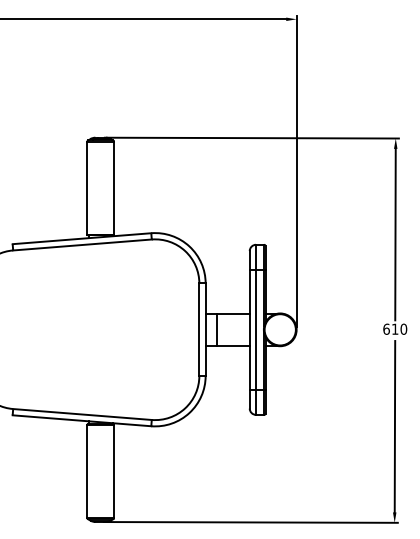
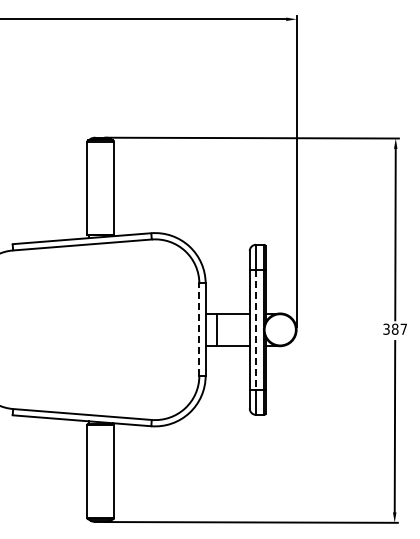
text at (395, 328): 610 -> 387
line at (199, 329): solid -> dashed
line at (256, 329): solid -> dashed
